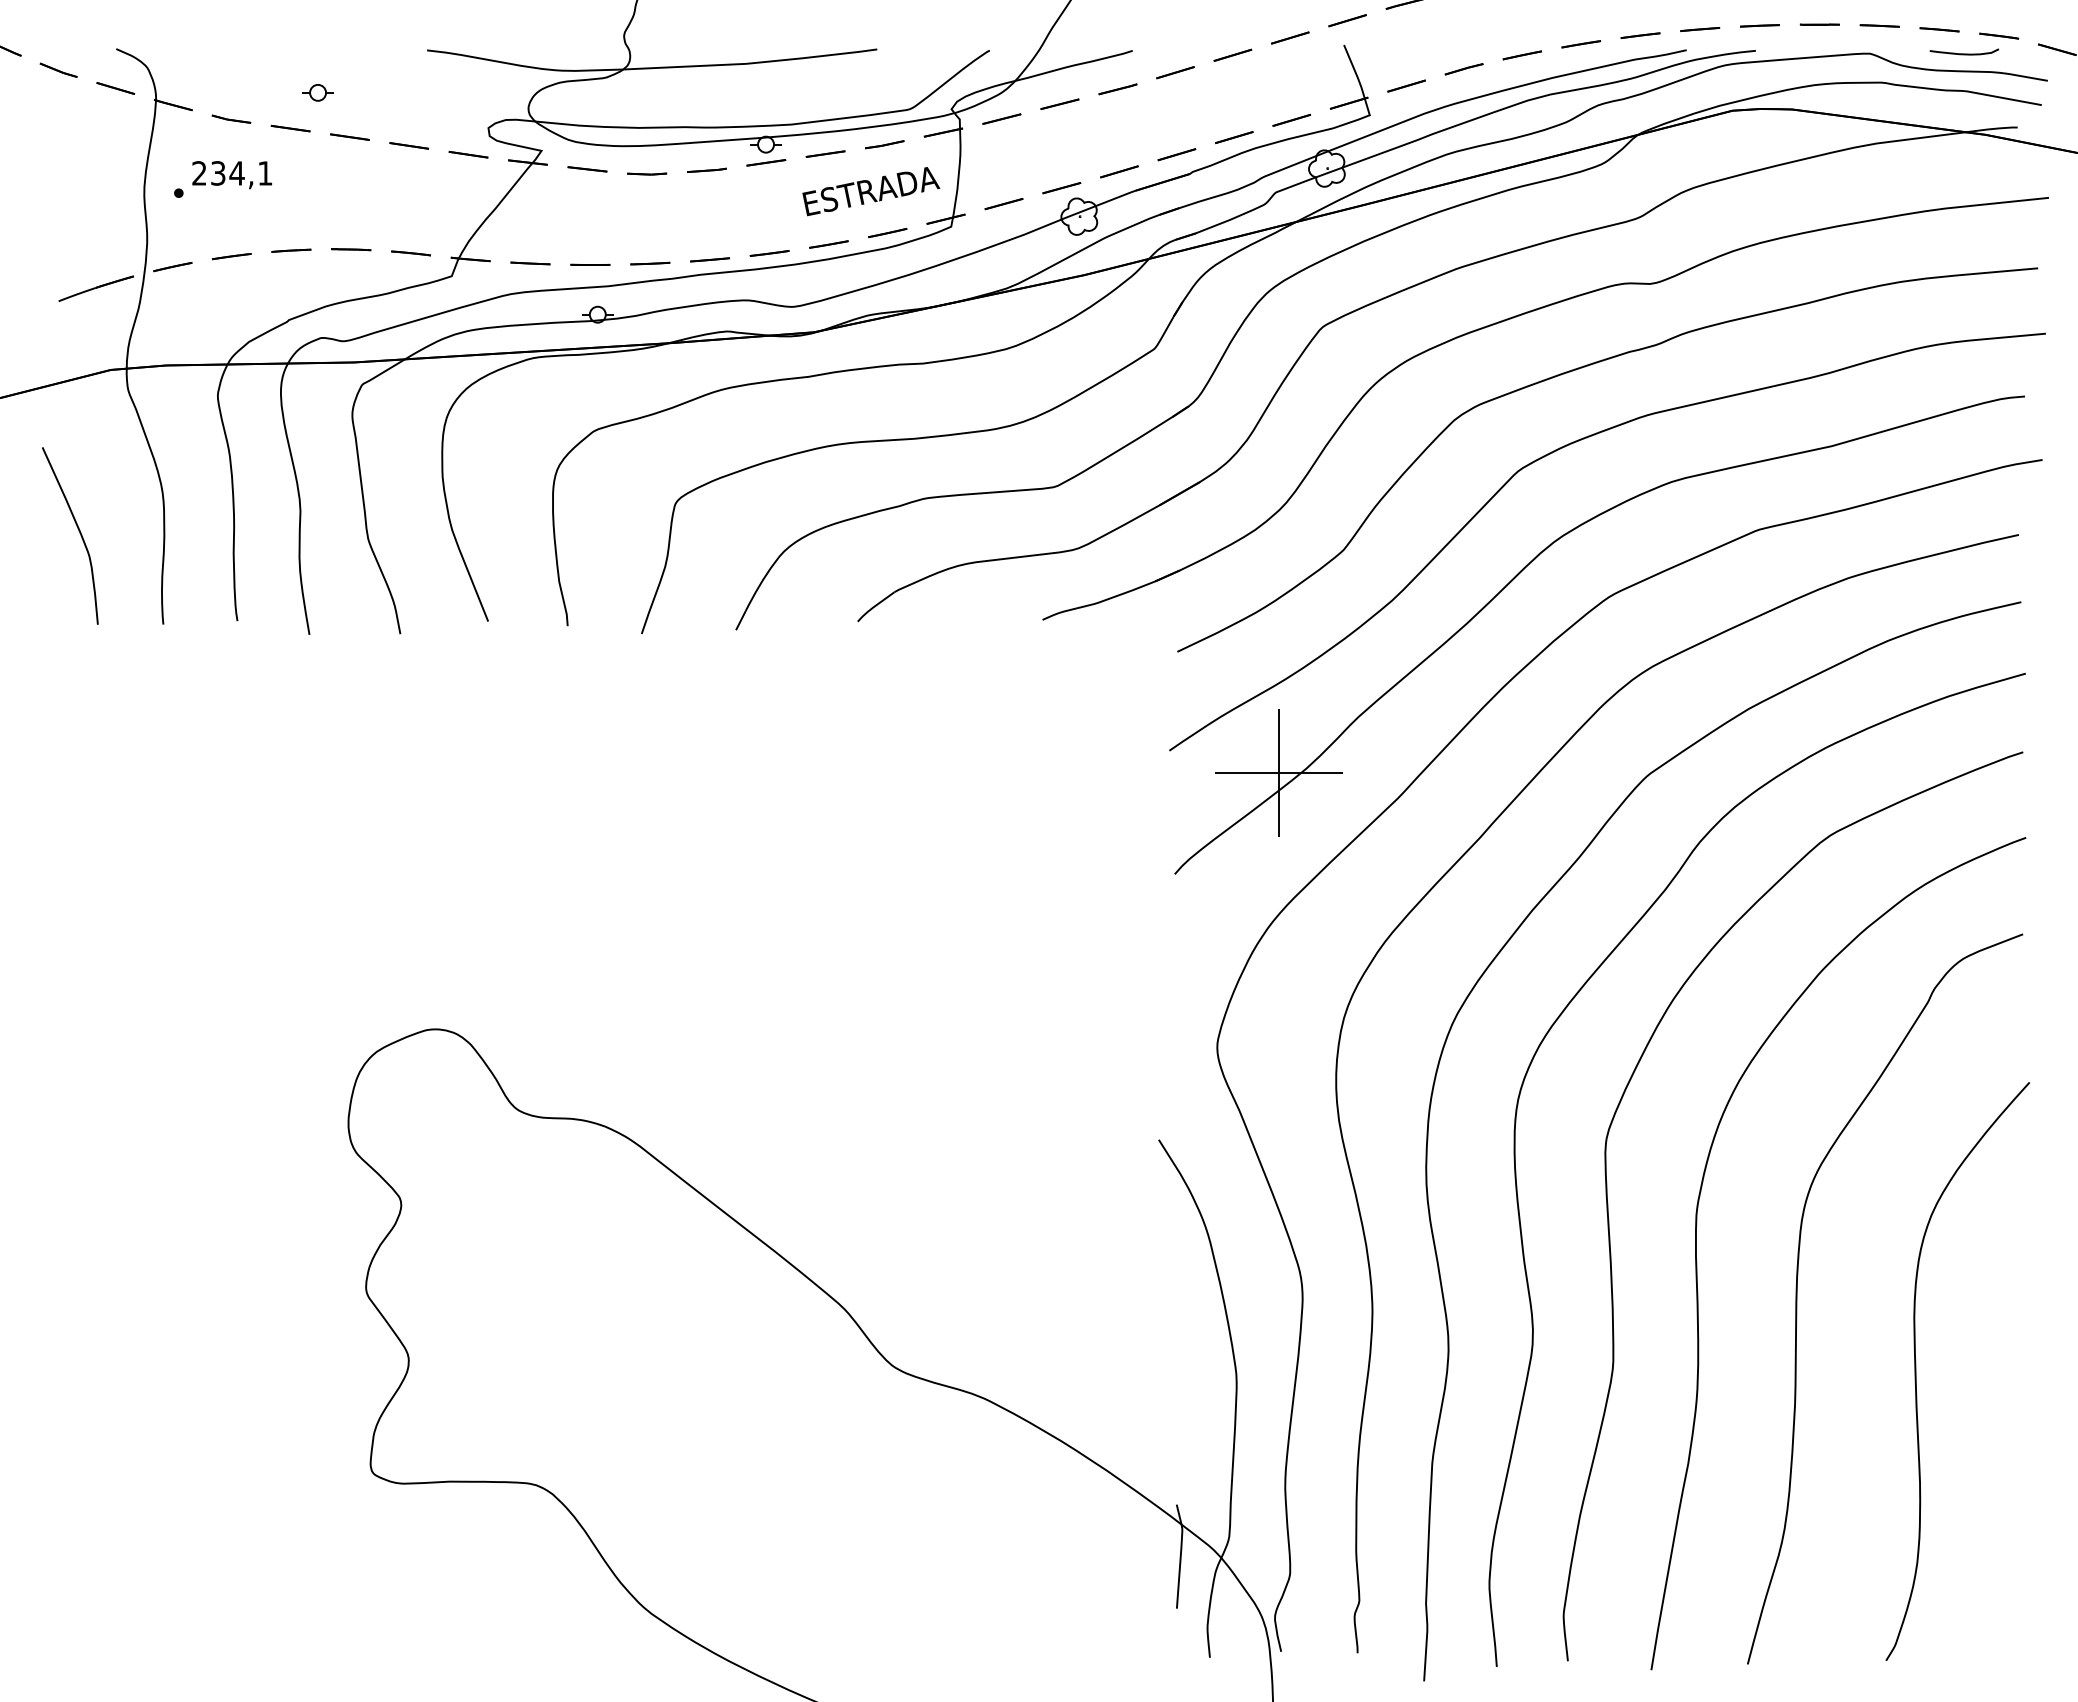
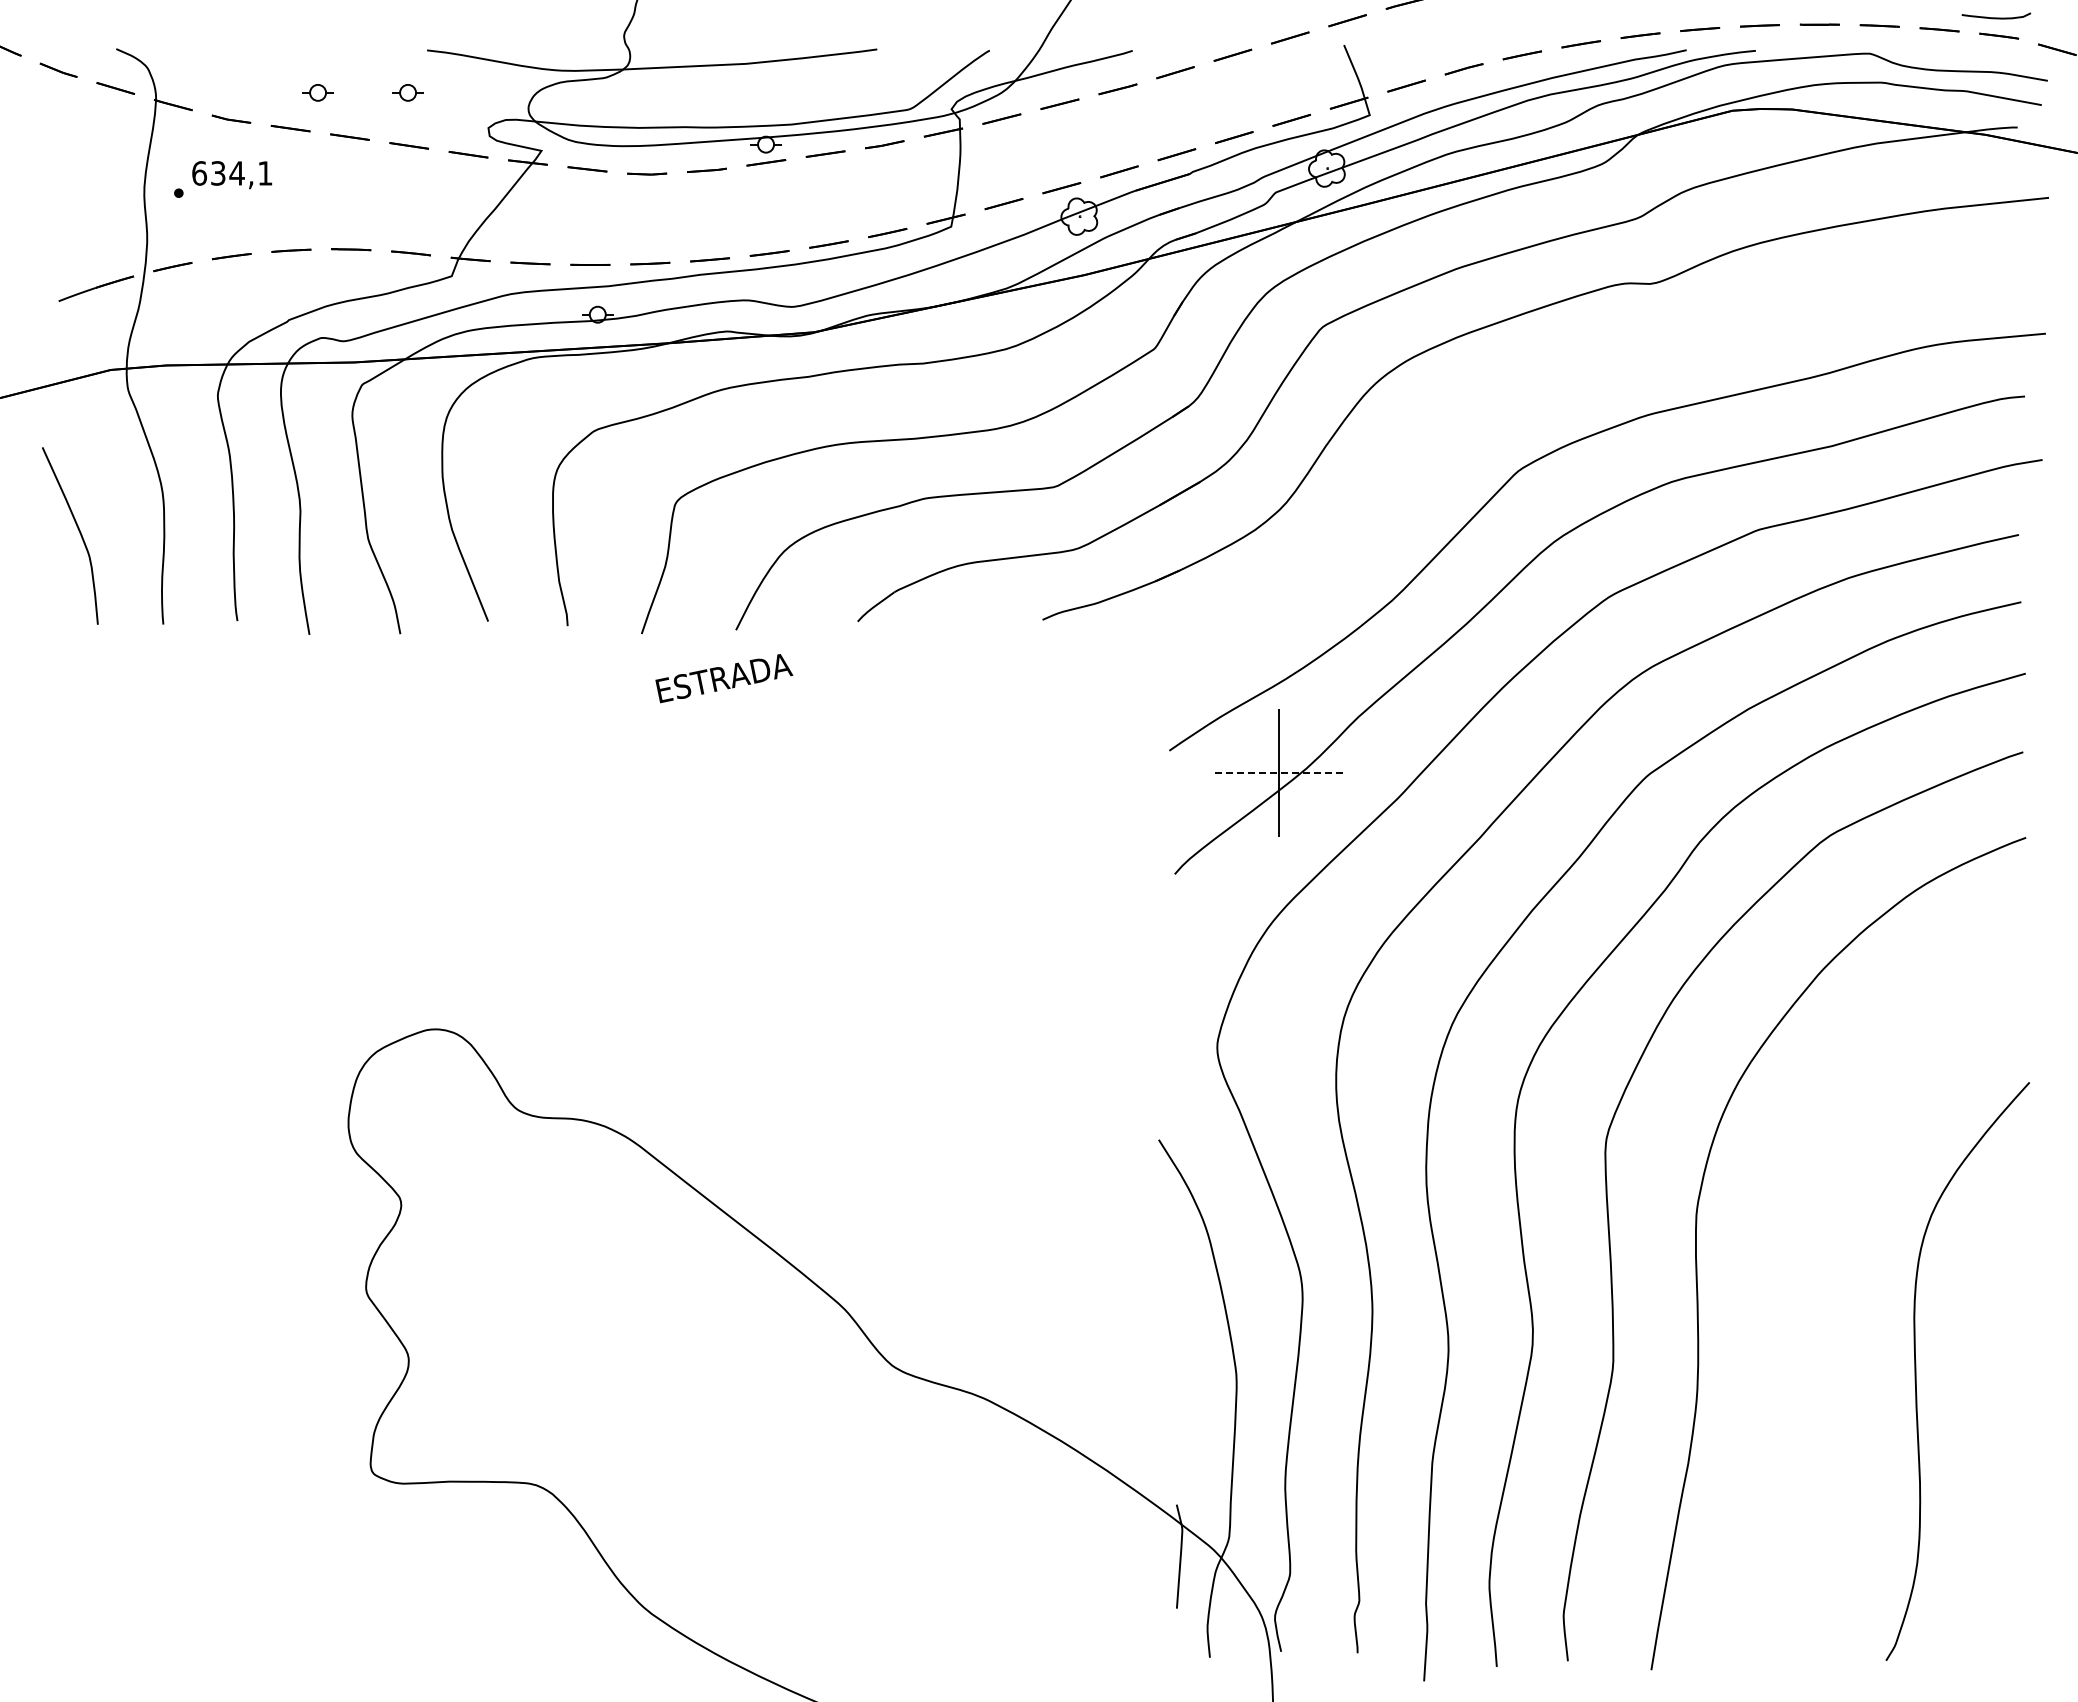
curve at (1964, 53) position: (1964, 53) -> (1996, 17)
part at (407, 92): none -> present
text at (199, 173): 234,1 -> 634,1
text at (871, 191) position: (871, 191) -> (724, 678)
curve at (1576, 370): present -> none
line at (1279, 773): solid -> dashed
curve at (1797, 1298): present -> none
